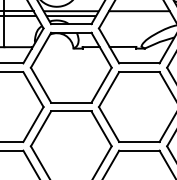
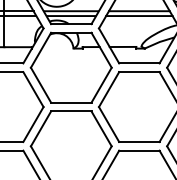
line at (139, 16): none -> present
